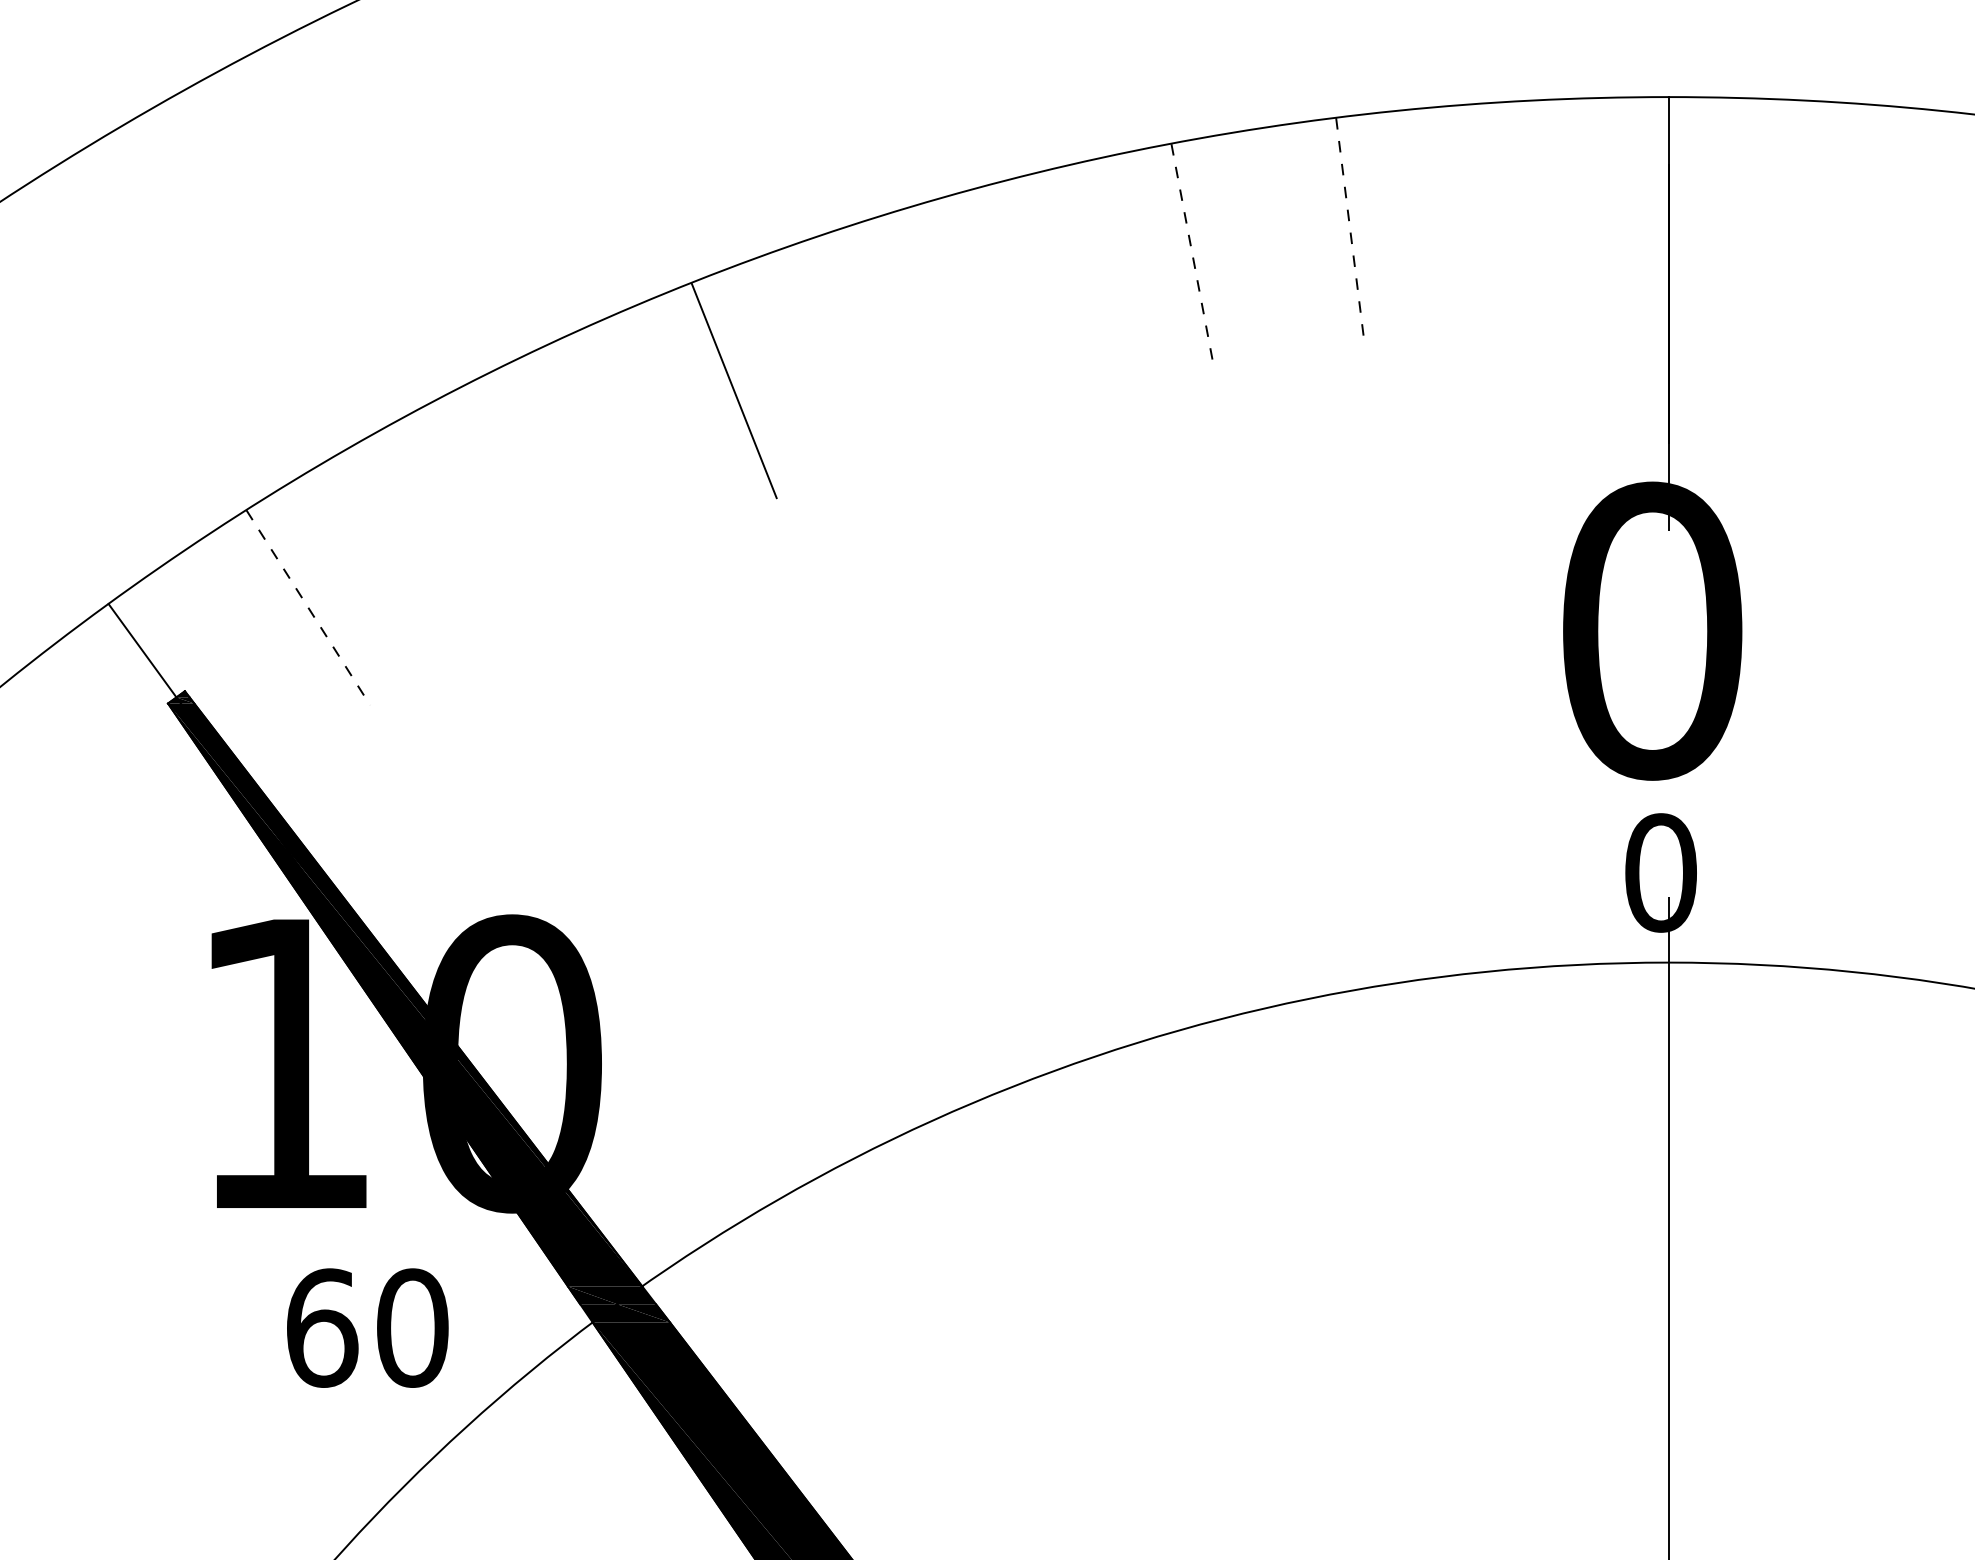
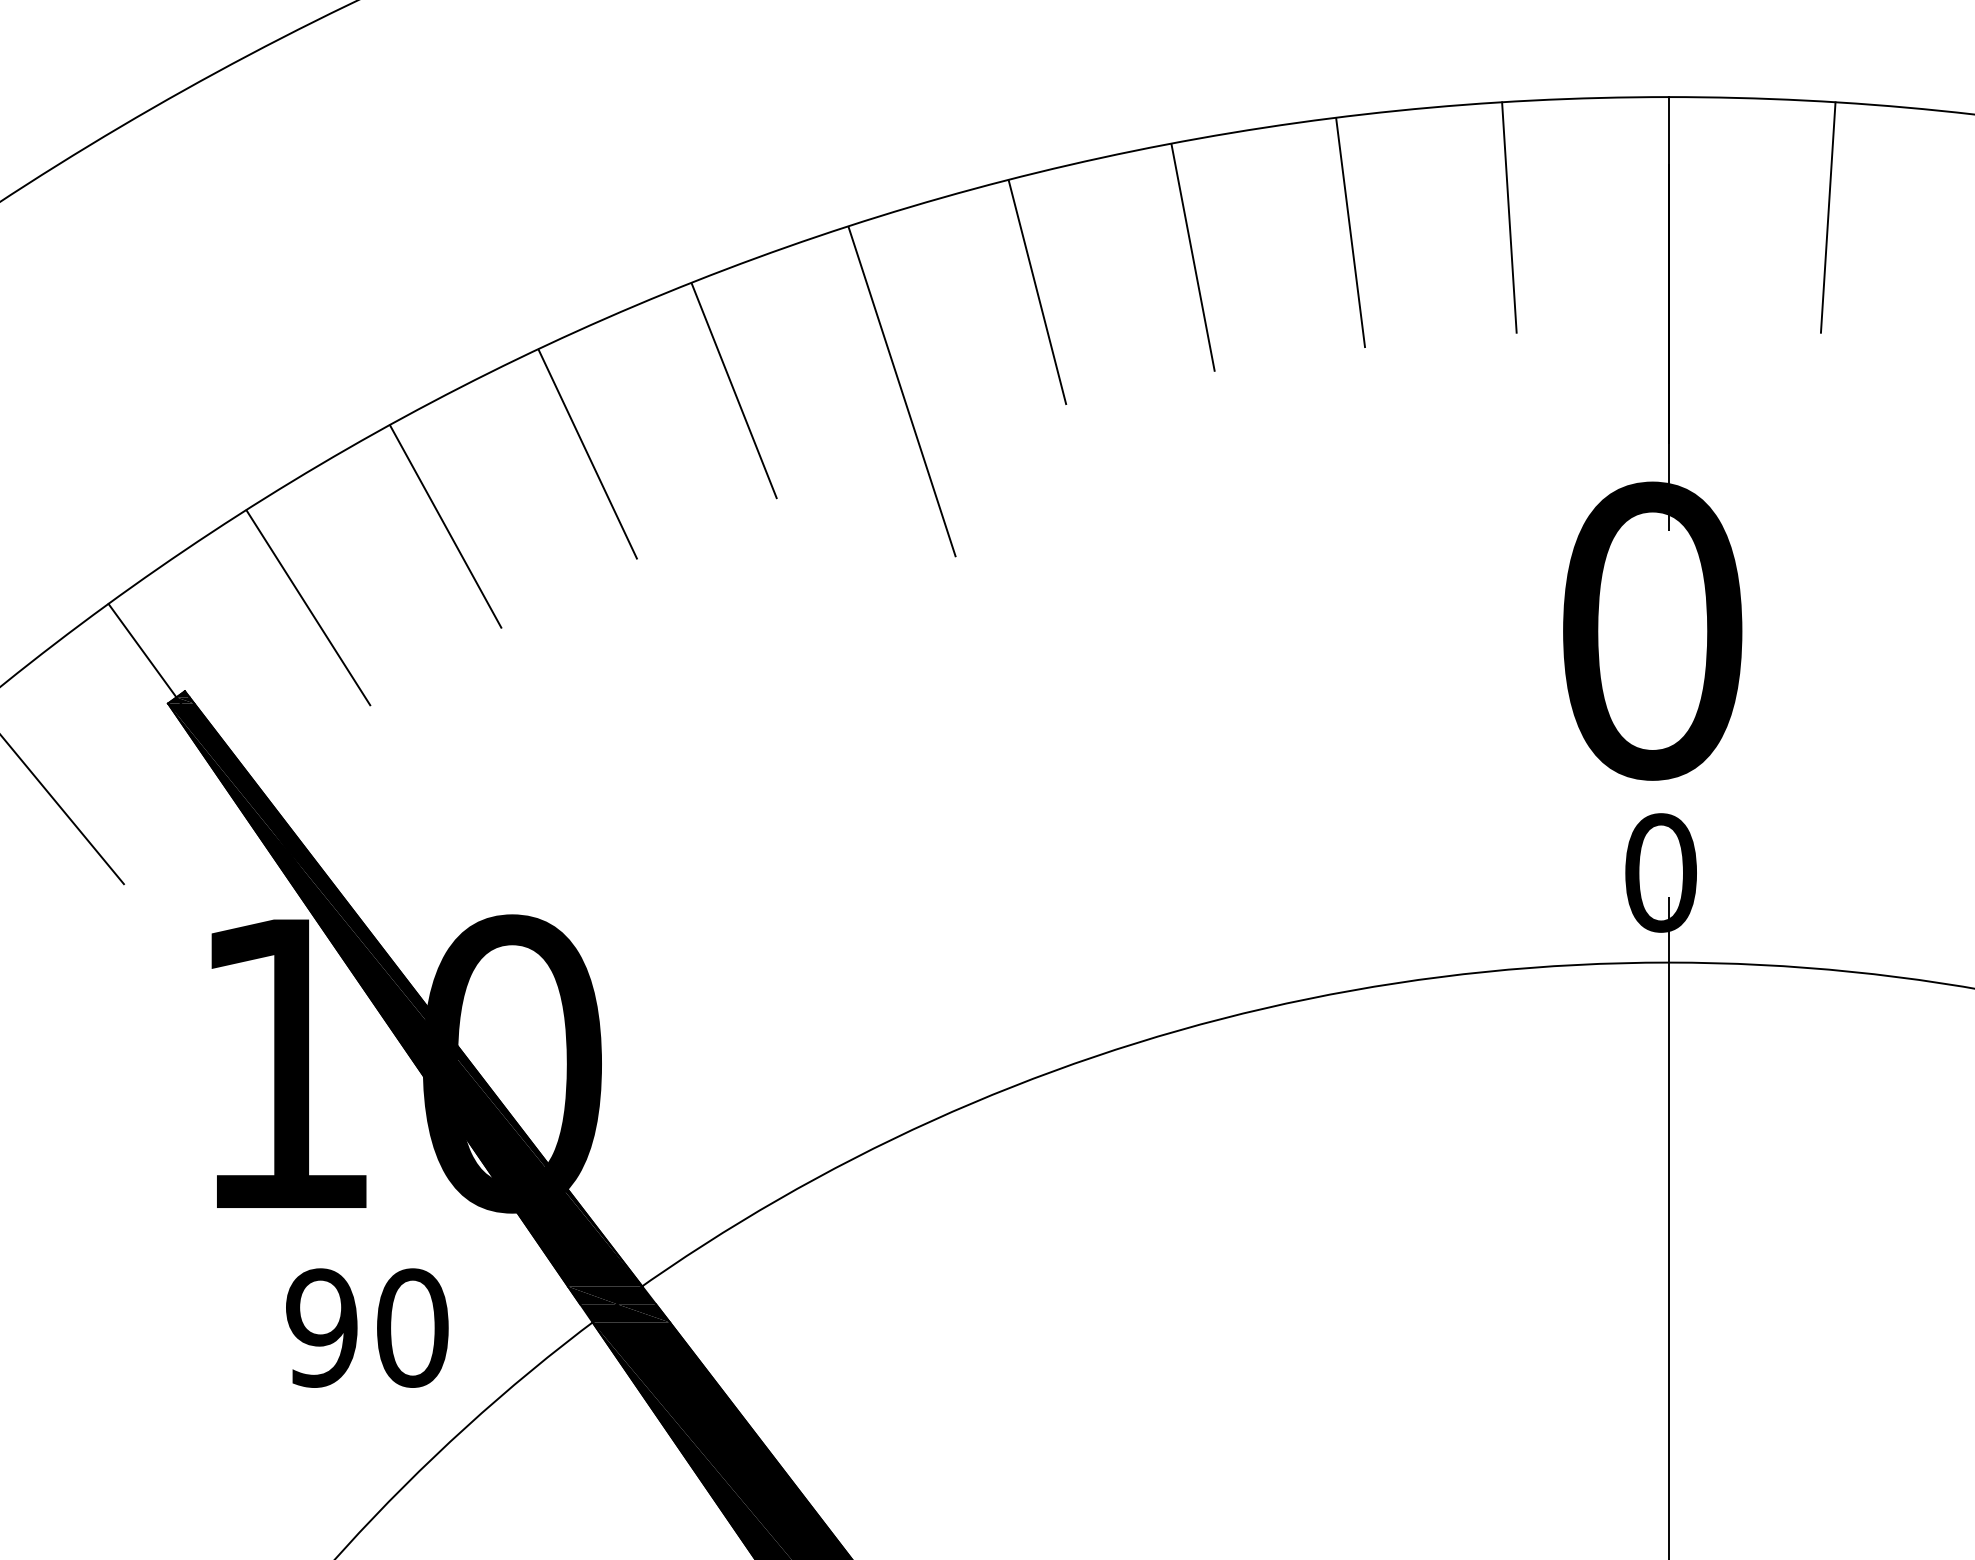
line at (1509, 217): none -> present
line at (1827, 217): none -> present
line at (1350, 233): dashed -> solid
line at (1193, 257): dashed -> solid
line at (1037, 292): none -> present
line at (901, 391): none -> present
line at (587, 453): none -> present
line at (445, 526): none -> present
line at (308, 608): dashed -> solid
line at (62, 810): none -> present
text at (322, 1327): 60 -> 90
